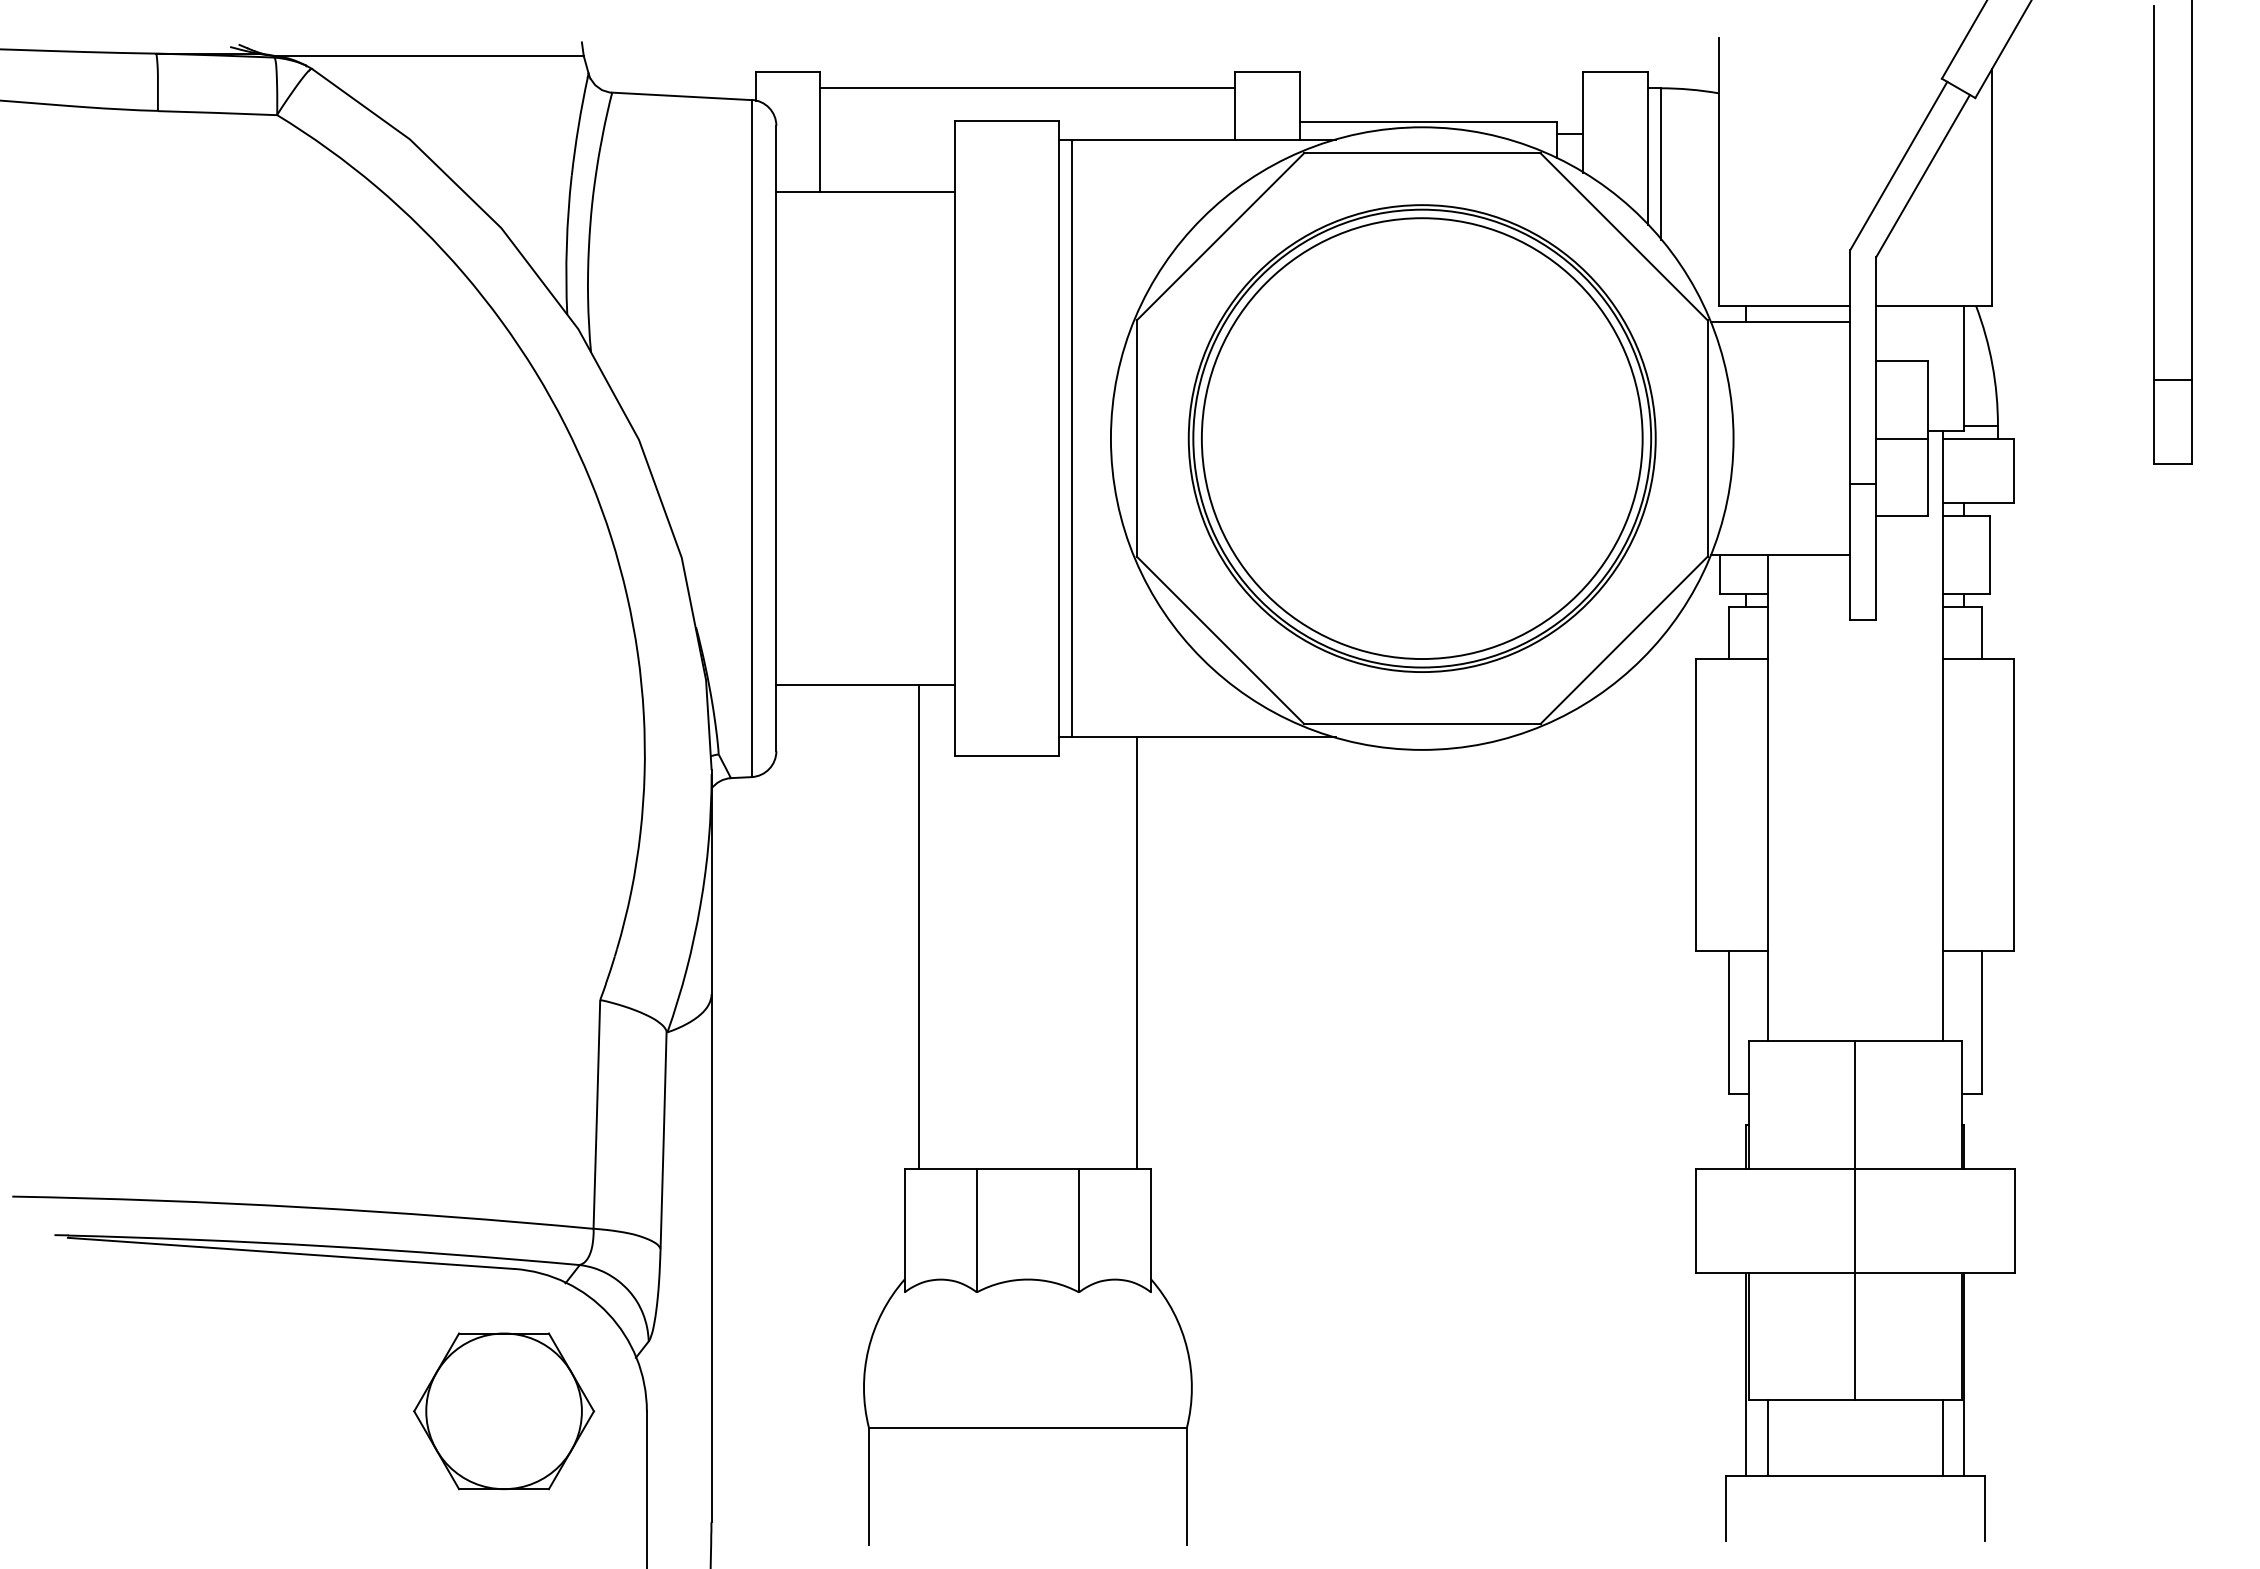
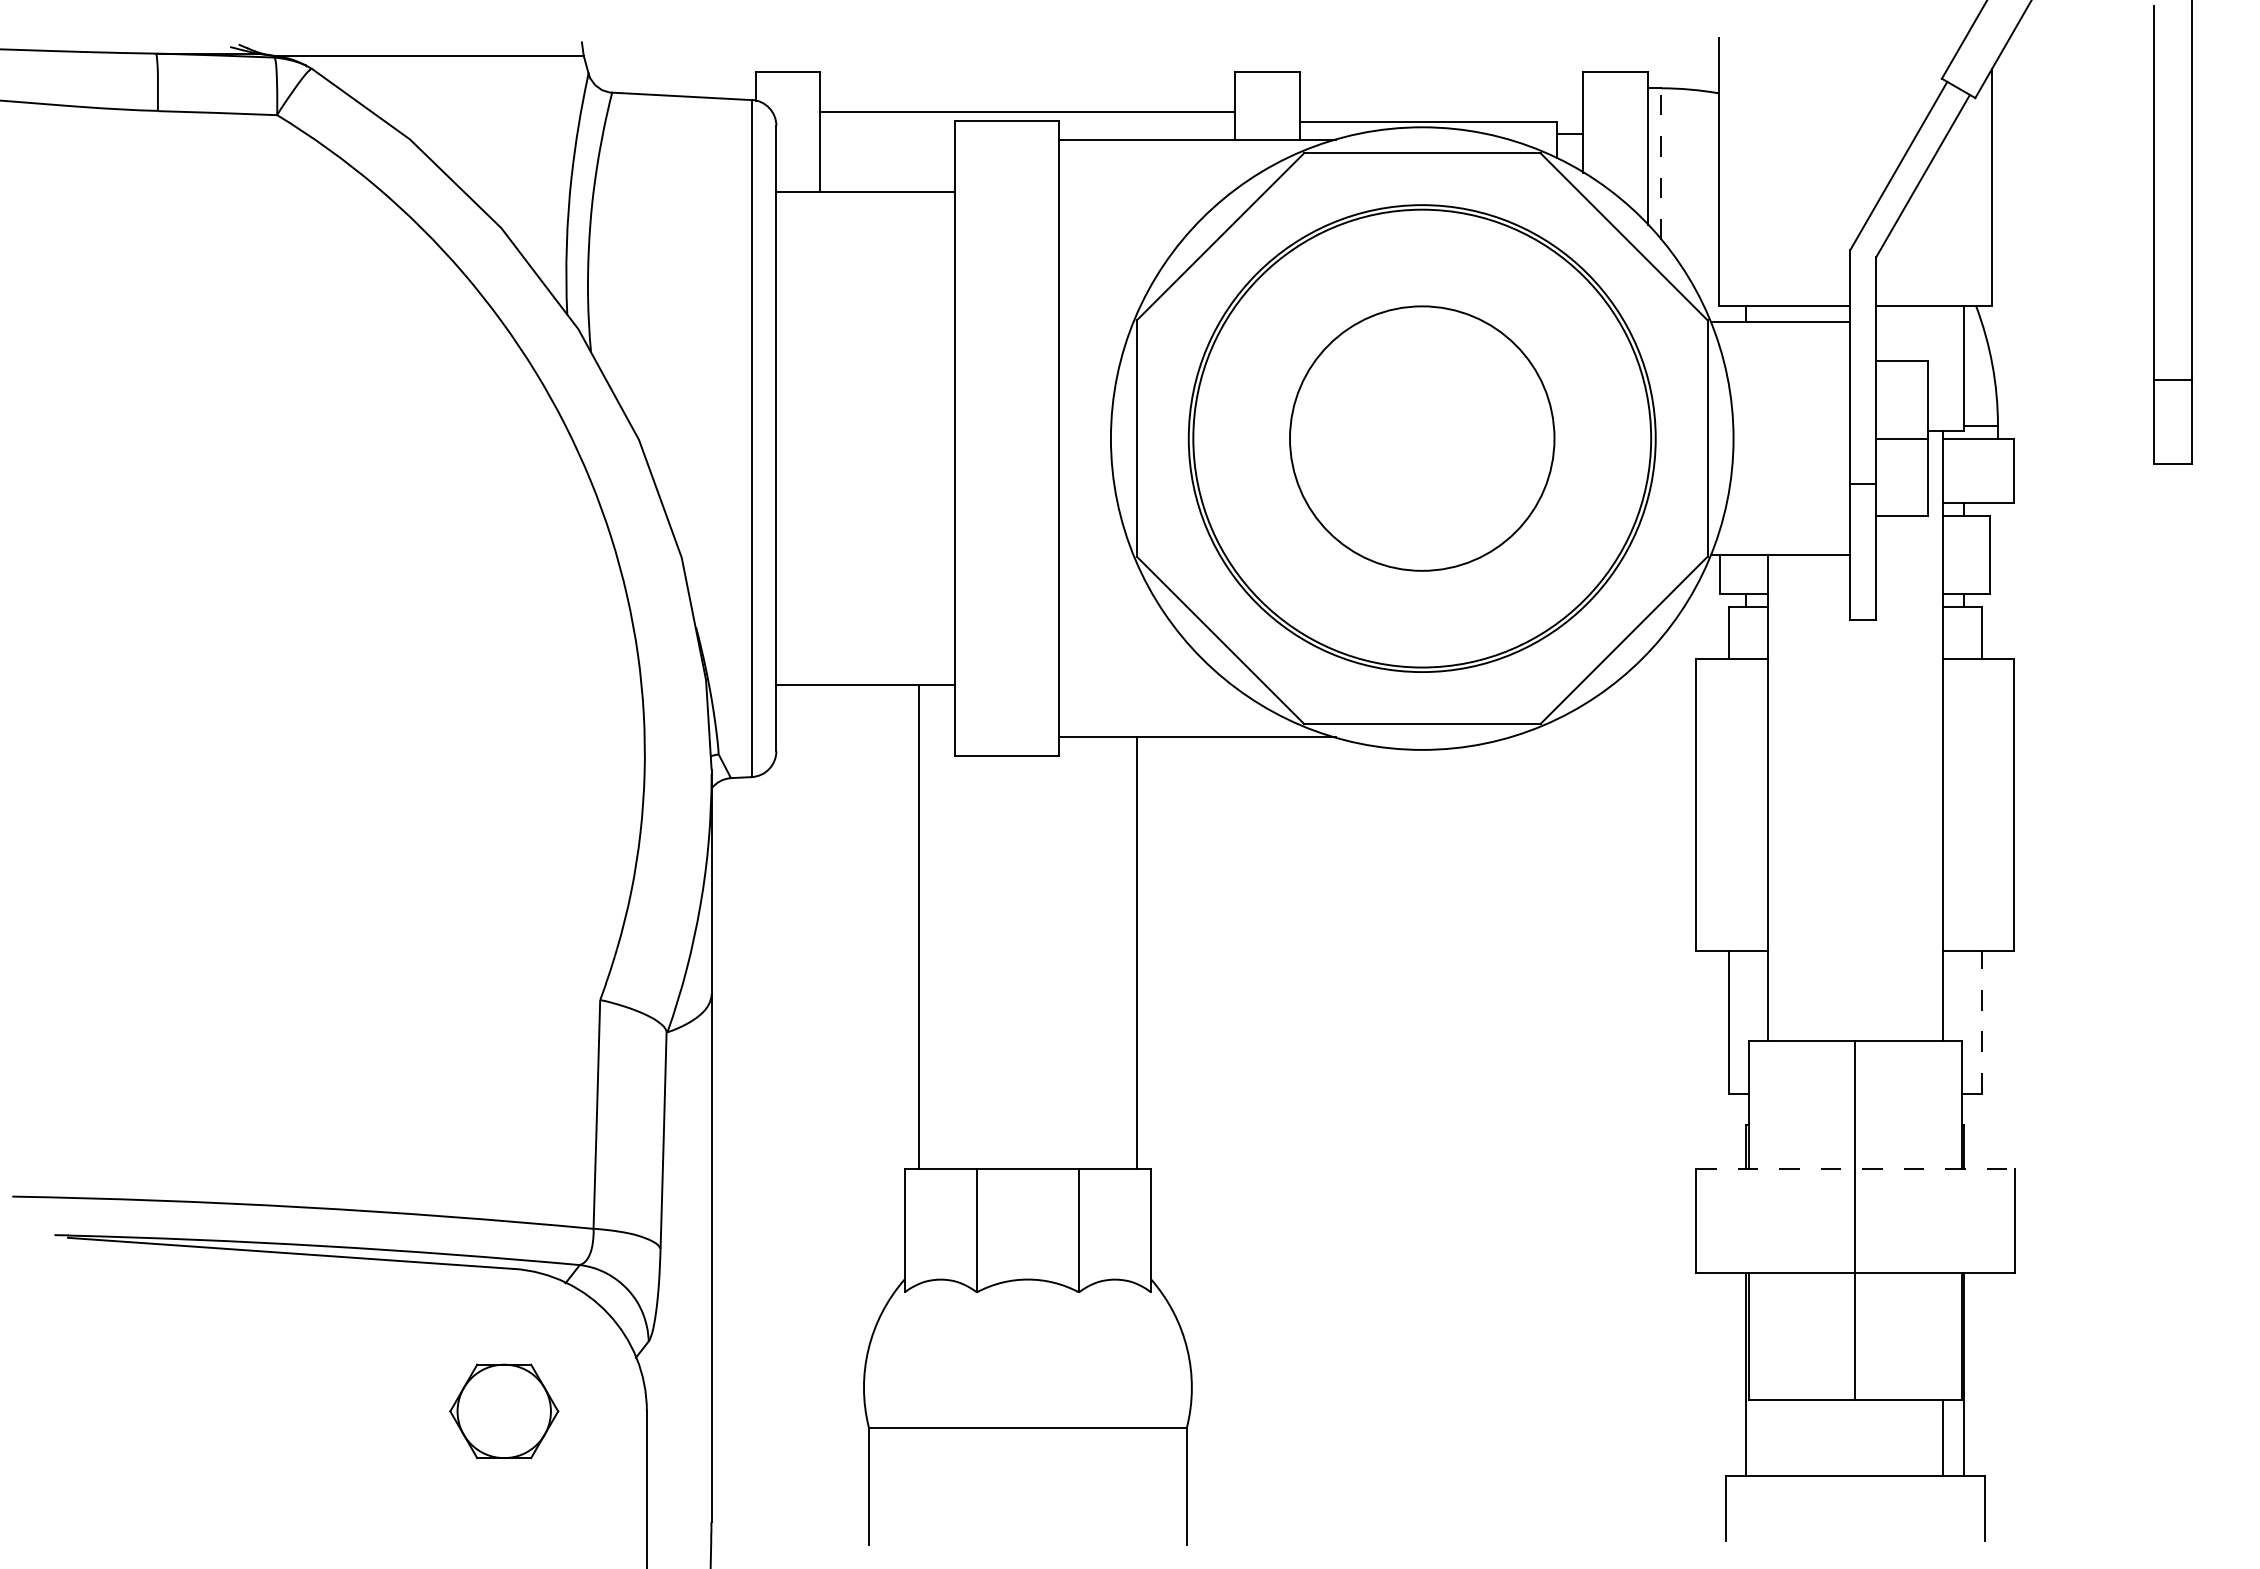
line at (1027, 88) position: (1027, 88) -> (1027, 112)
line at (1660, 164): solid -> dashed
line at (1072, 438): present -> none
circle at (1421, 438) diameter: 441 px -> 264 px
line at (1981, 1021): solid -> dashed
line at (1855, 1168): solid -> dashed
part at (504, 1411) size: 183x159 px -> 111x97 px
line at (1768, 1438): present -> none
